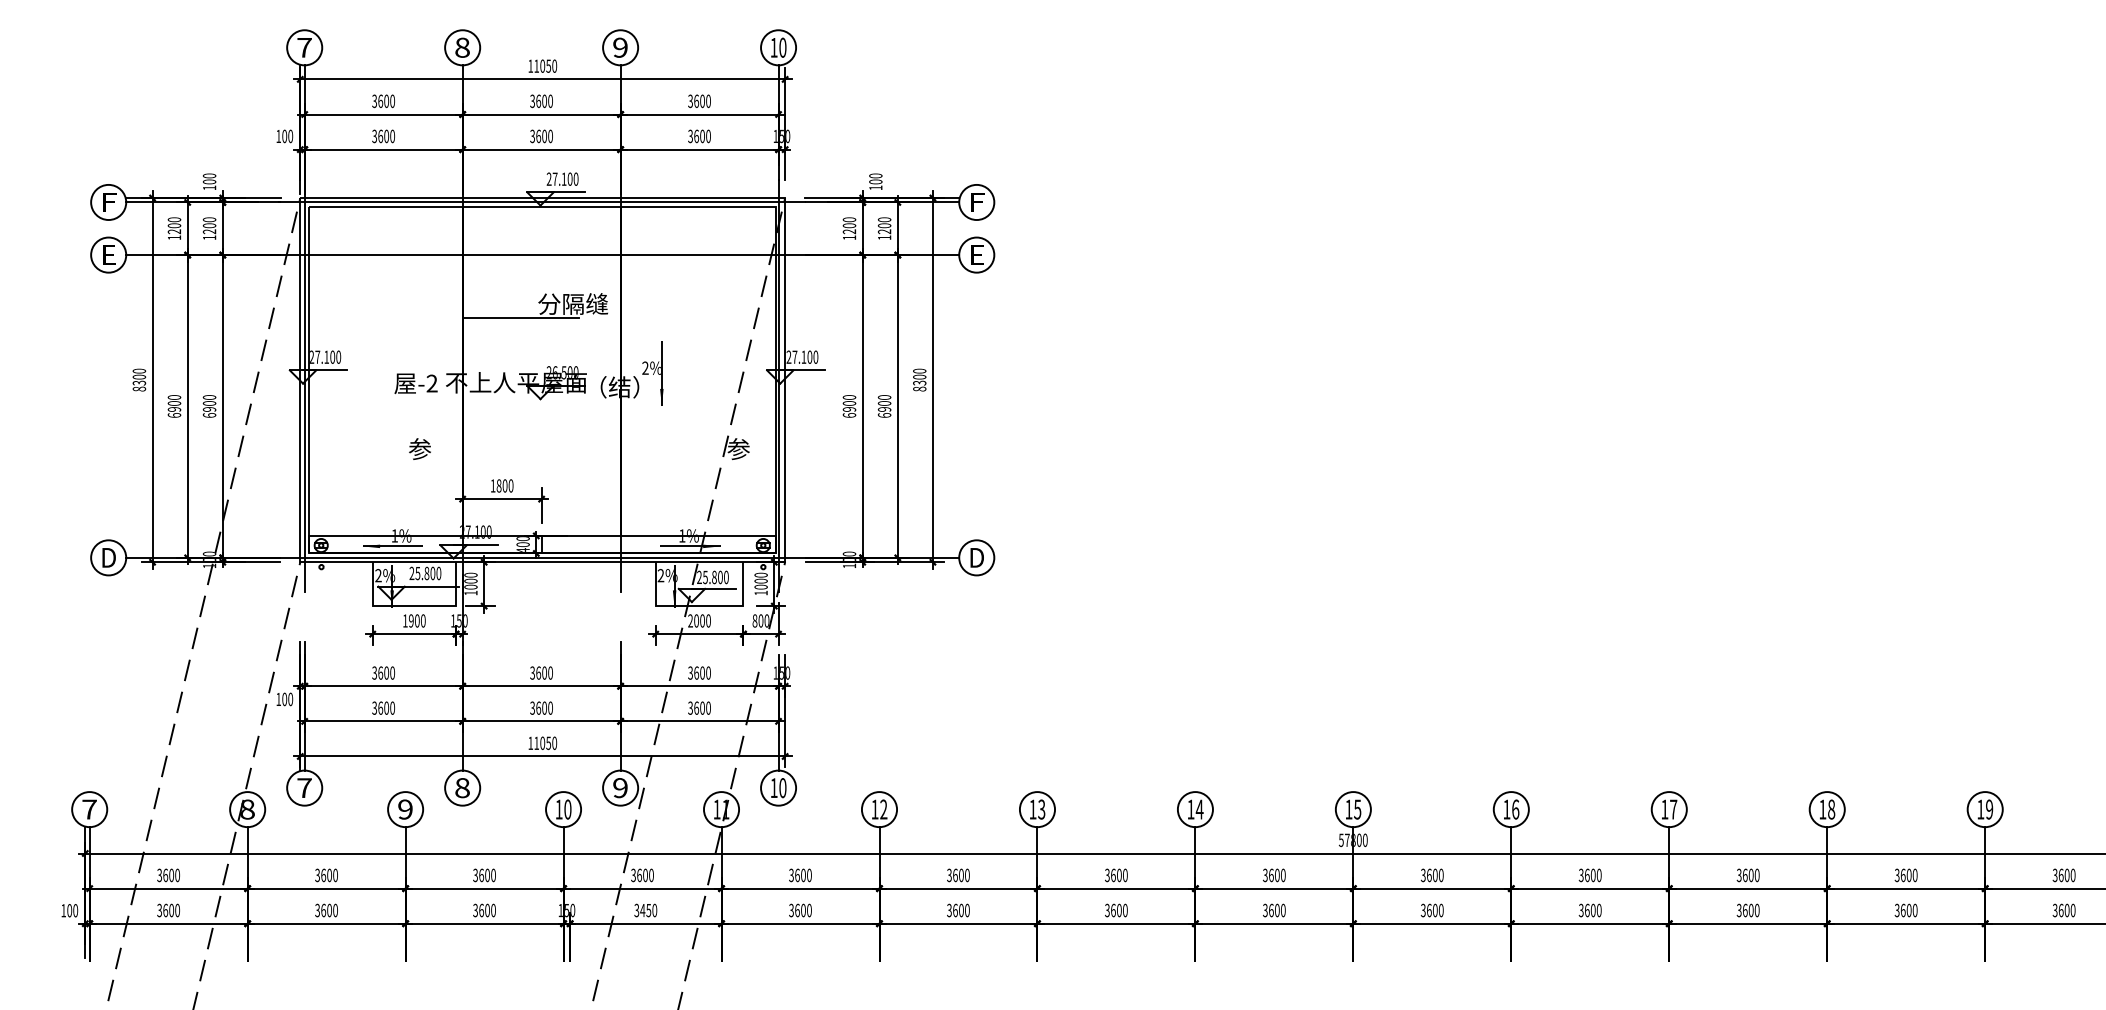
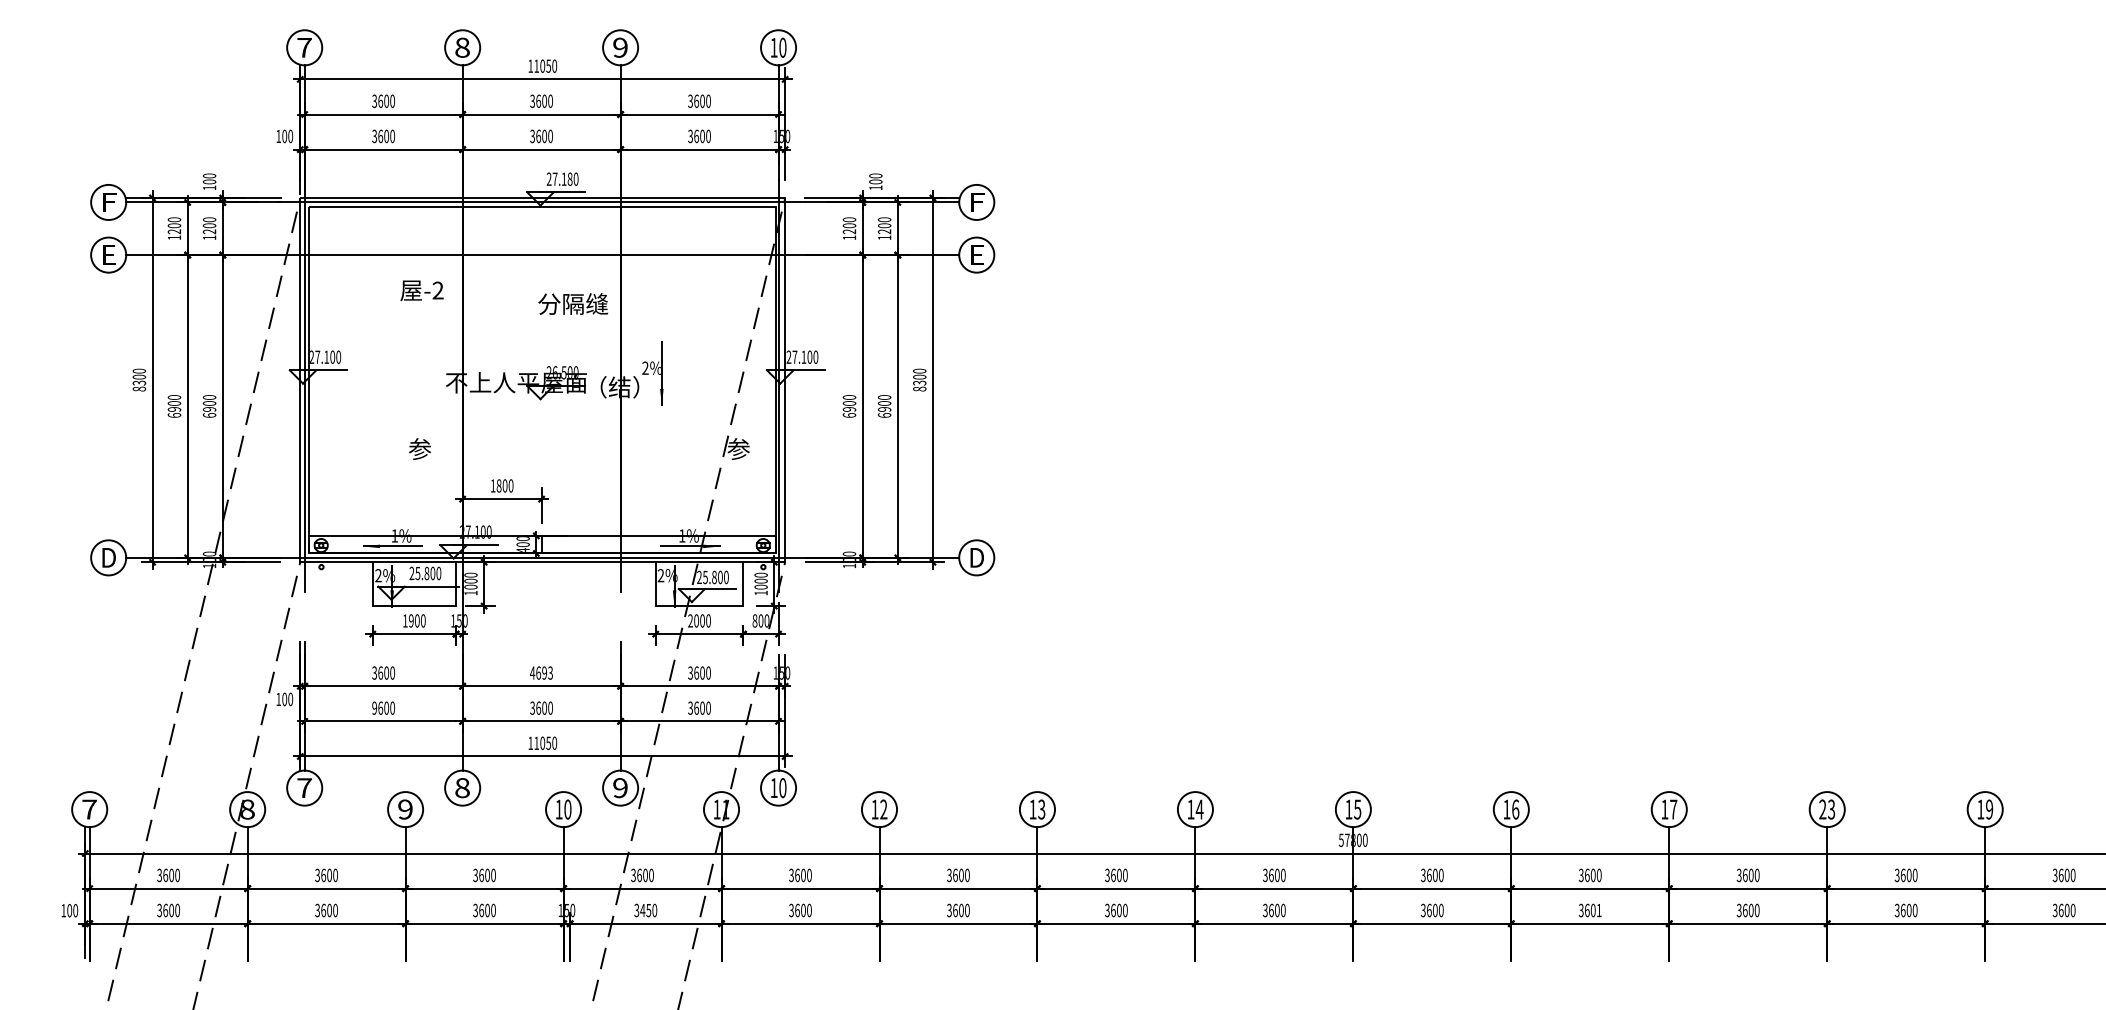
text at (569, 179): 27.100 -> 27.180
line at (520, 317): present -> none
text at (415, 383) position: (415, 383) -> (421, 290)
text at (540, 672): 3600 -> 4693
text at (374, 707): 3600 -> 9600
text at (1827, 809): 18 -> 23
text at (1598, 910): 3600 -> 3601
